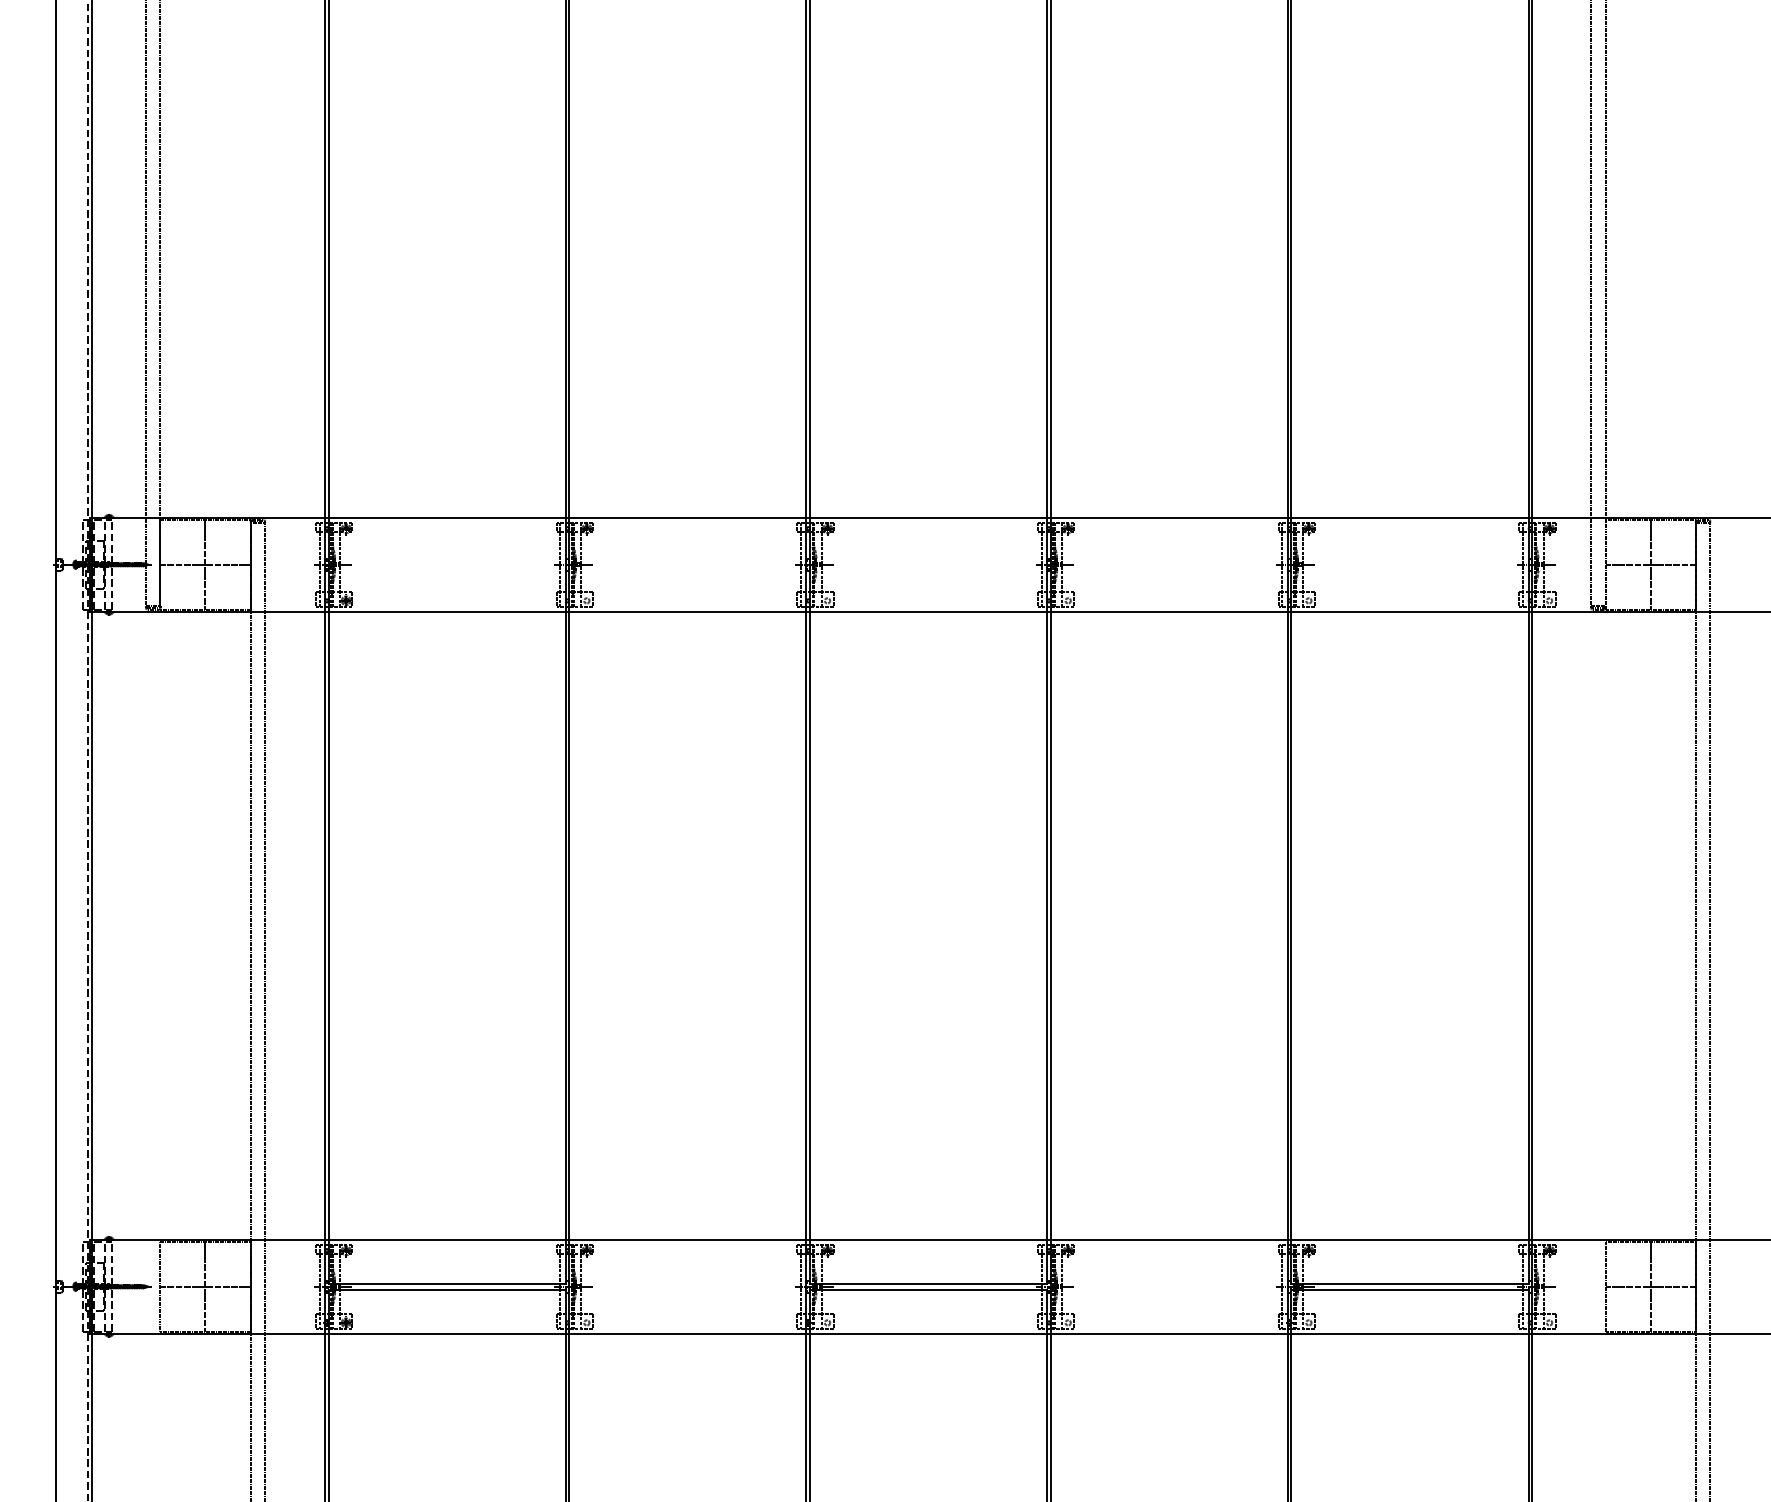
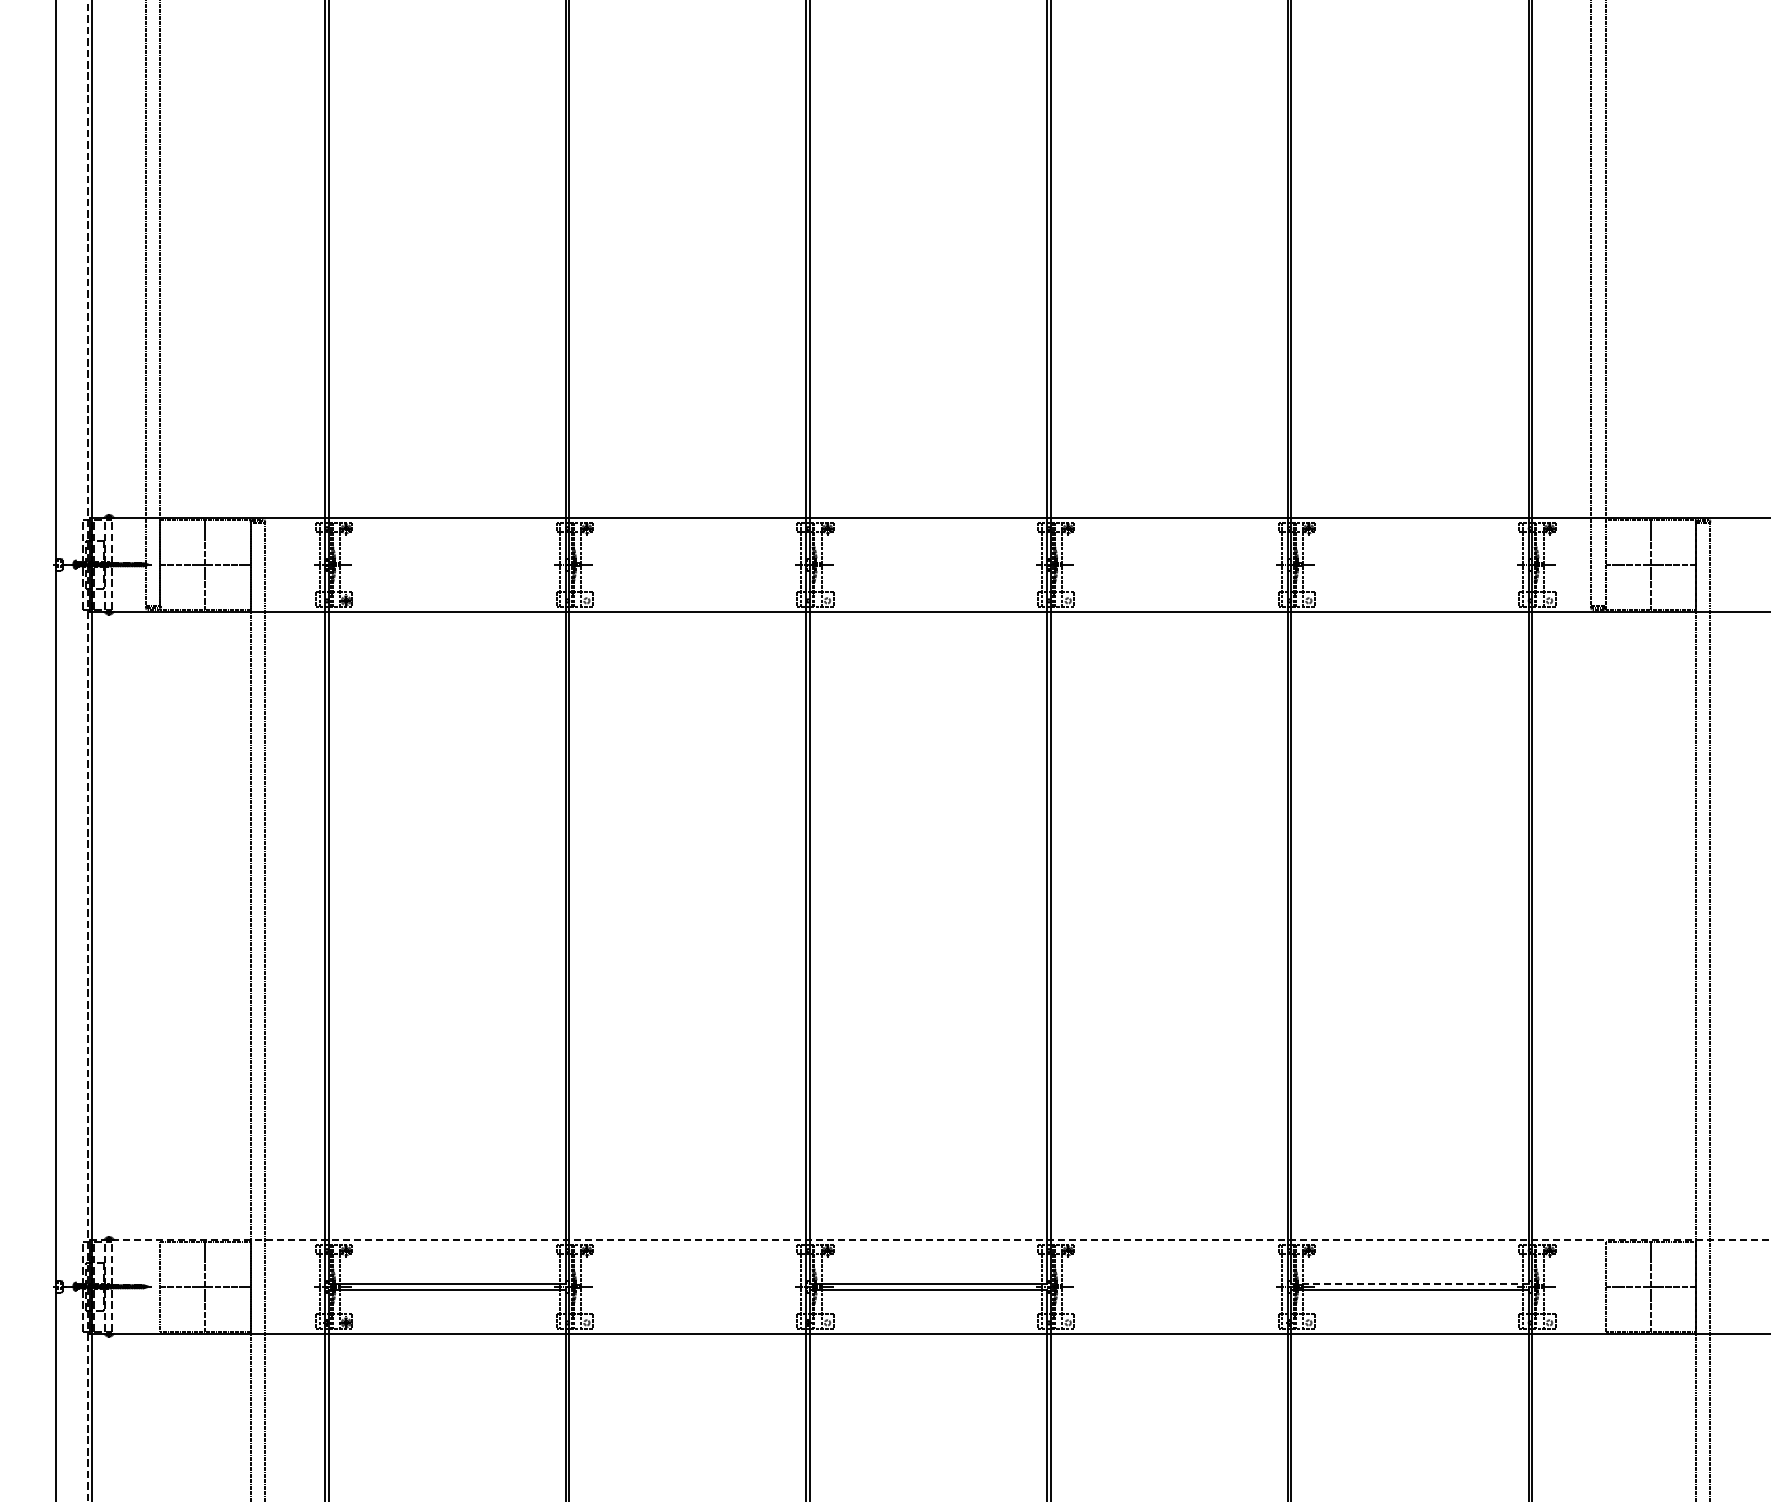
line at (930, 1239): solid -> dashed
line at (1409, 1283): solid -> dashed
